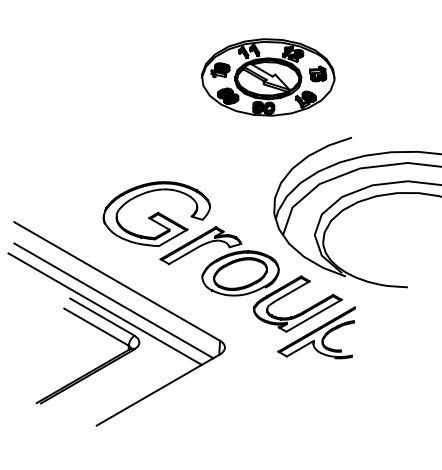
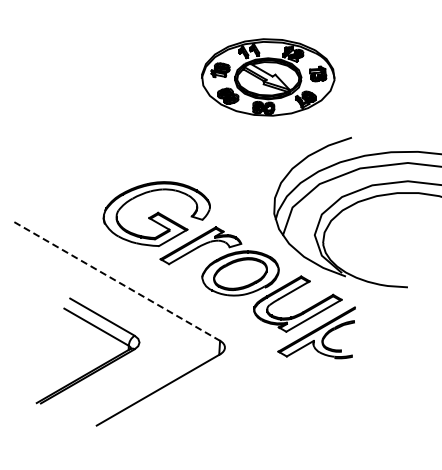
line at (117, 281): solid -> dashed
line at (113, 300): present -> none
line at (104, 308): present -> none
